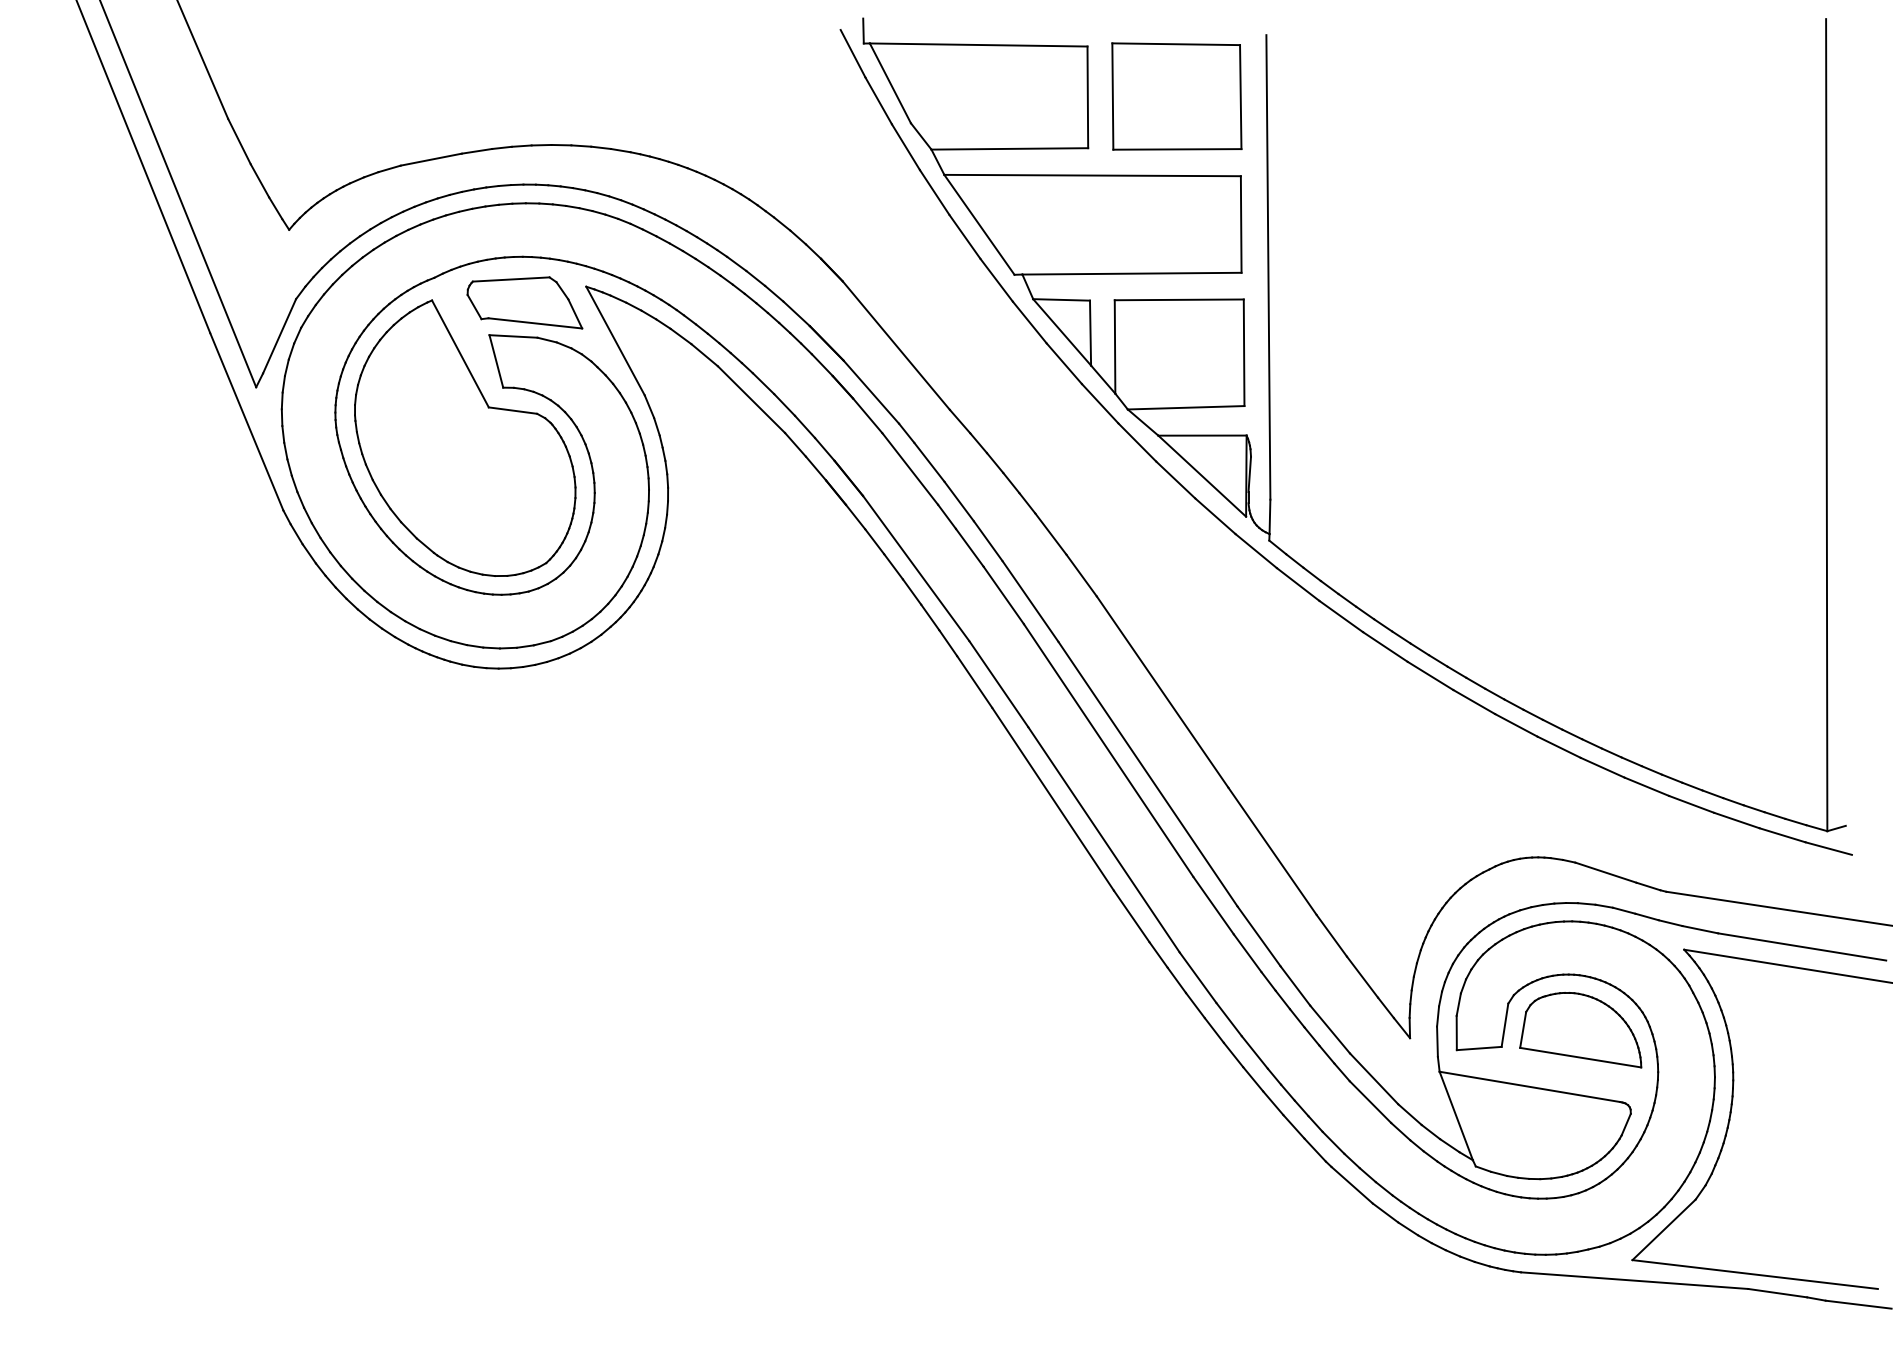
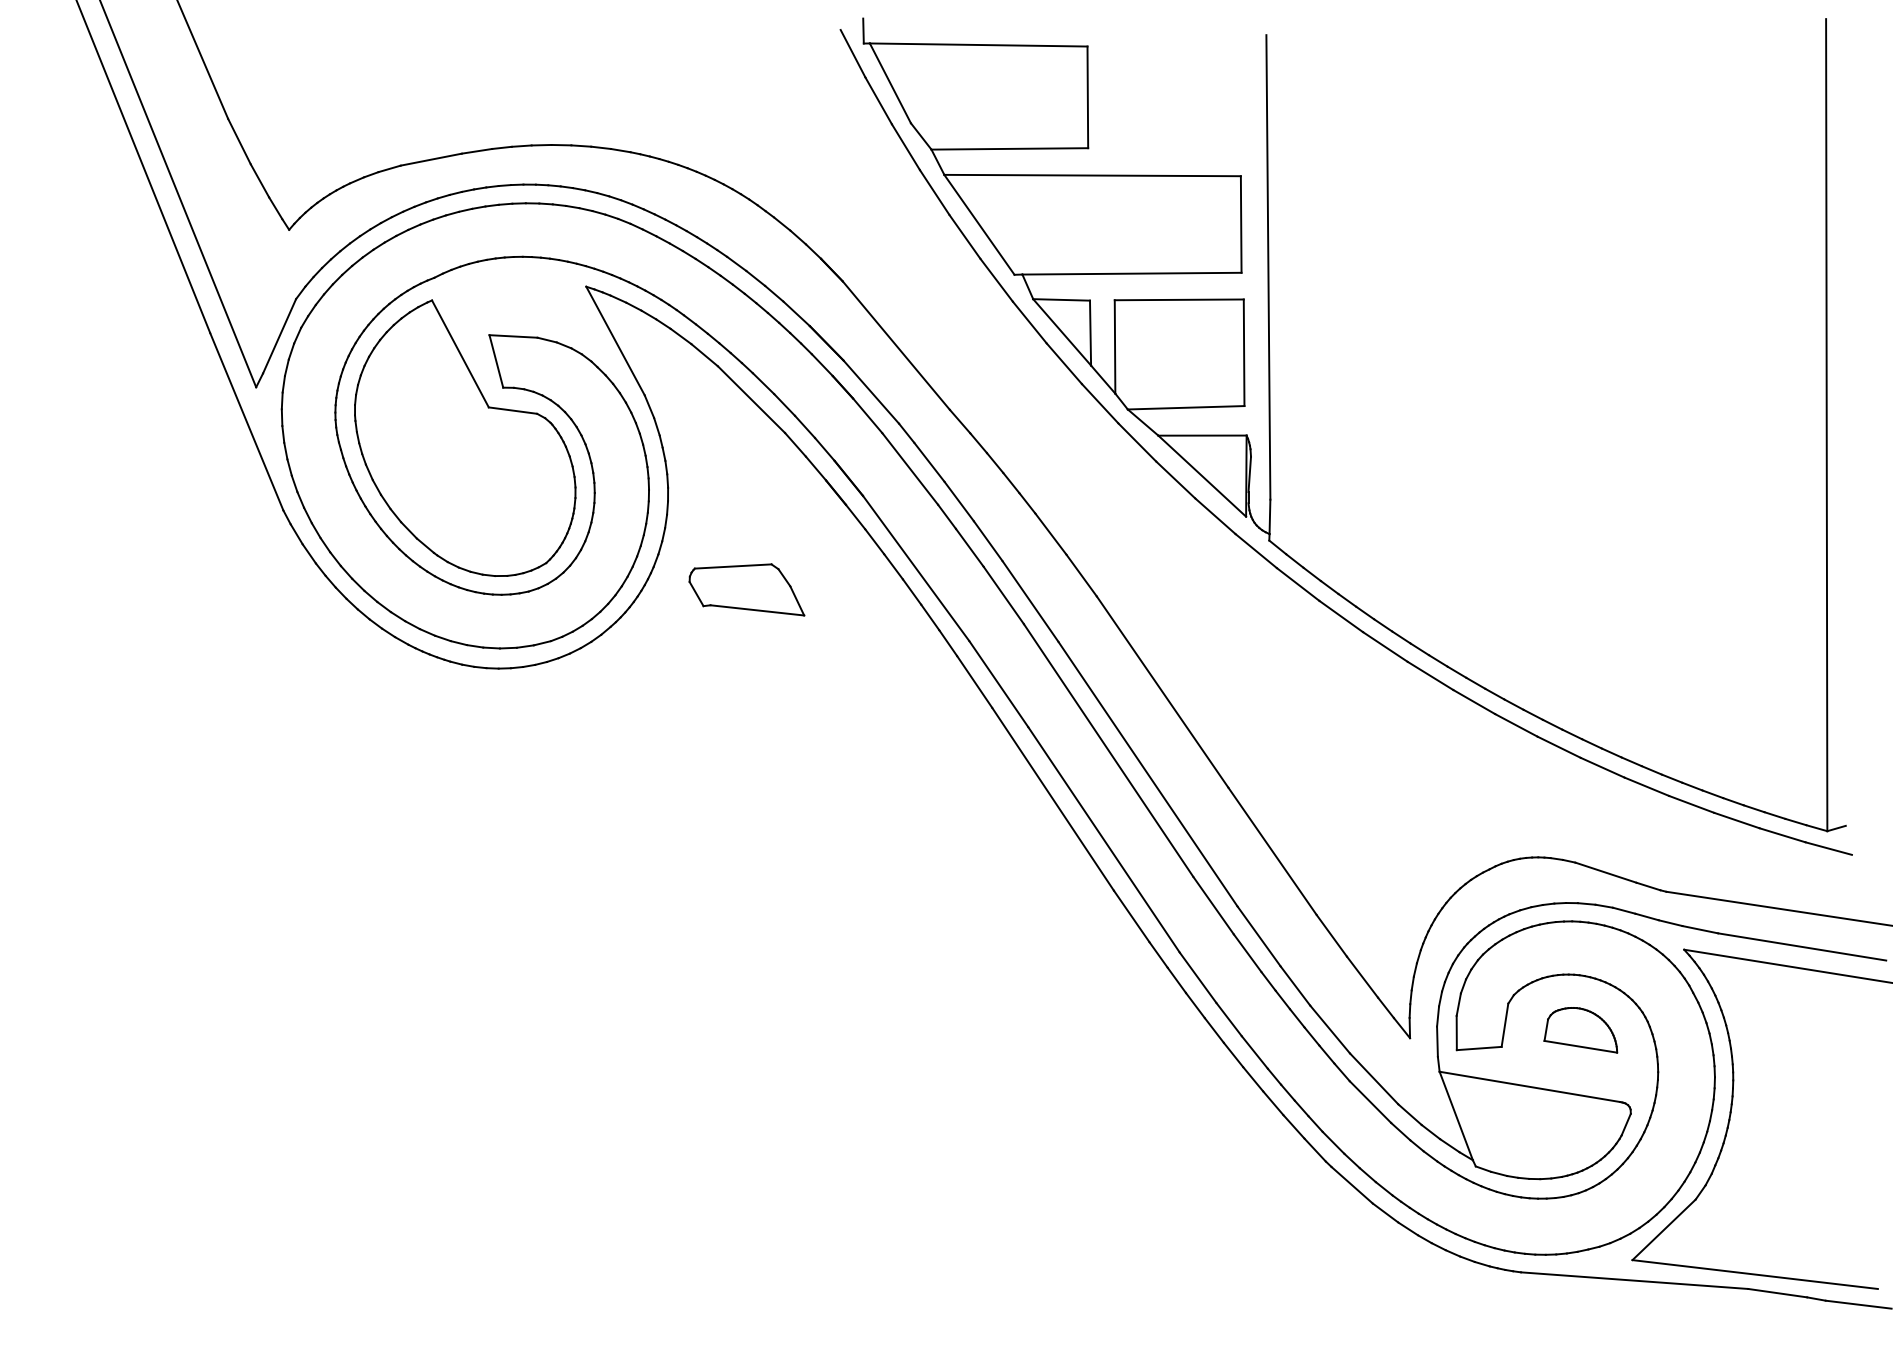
part at (1176, 96): present -> none
part at (524, 302) position: (524, 302) -> (746, 589)
part at (1580, 1030) size: 124x77 px -> 76x47 px
